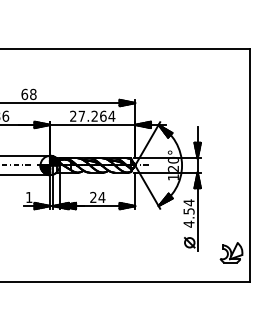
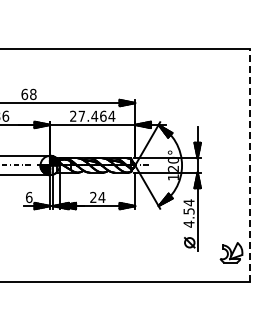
text at (94, 115): 27.264 -> 27.464
line at (250, 165): solid -> dashed
text at (29, 197): 1 -> 6
